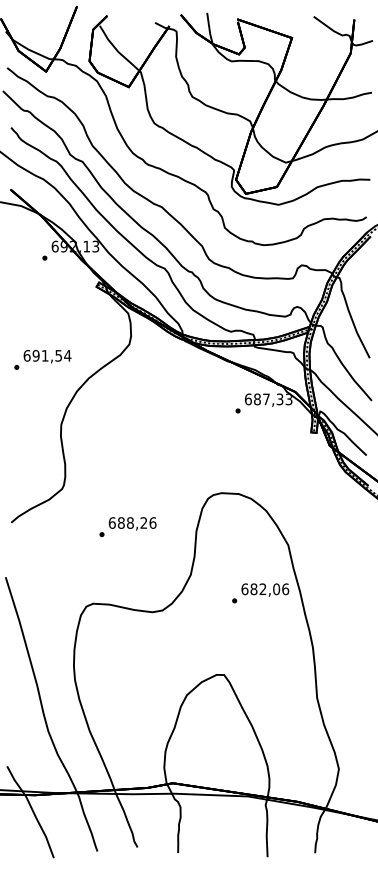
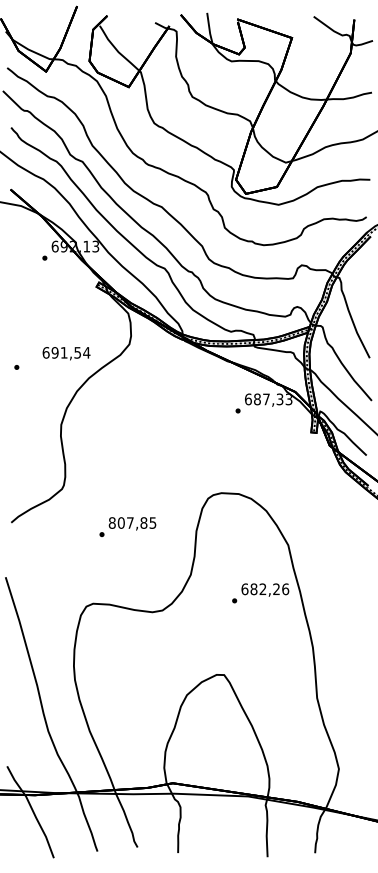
text at (47, 356) position: (47, 356) -> (66, 353)
text at (132, 522): 688,26 -> 807,85
text at (276, 589): 682,06 -> 682,26
